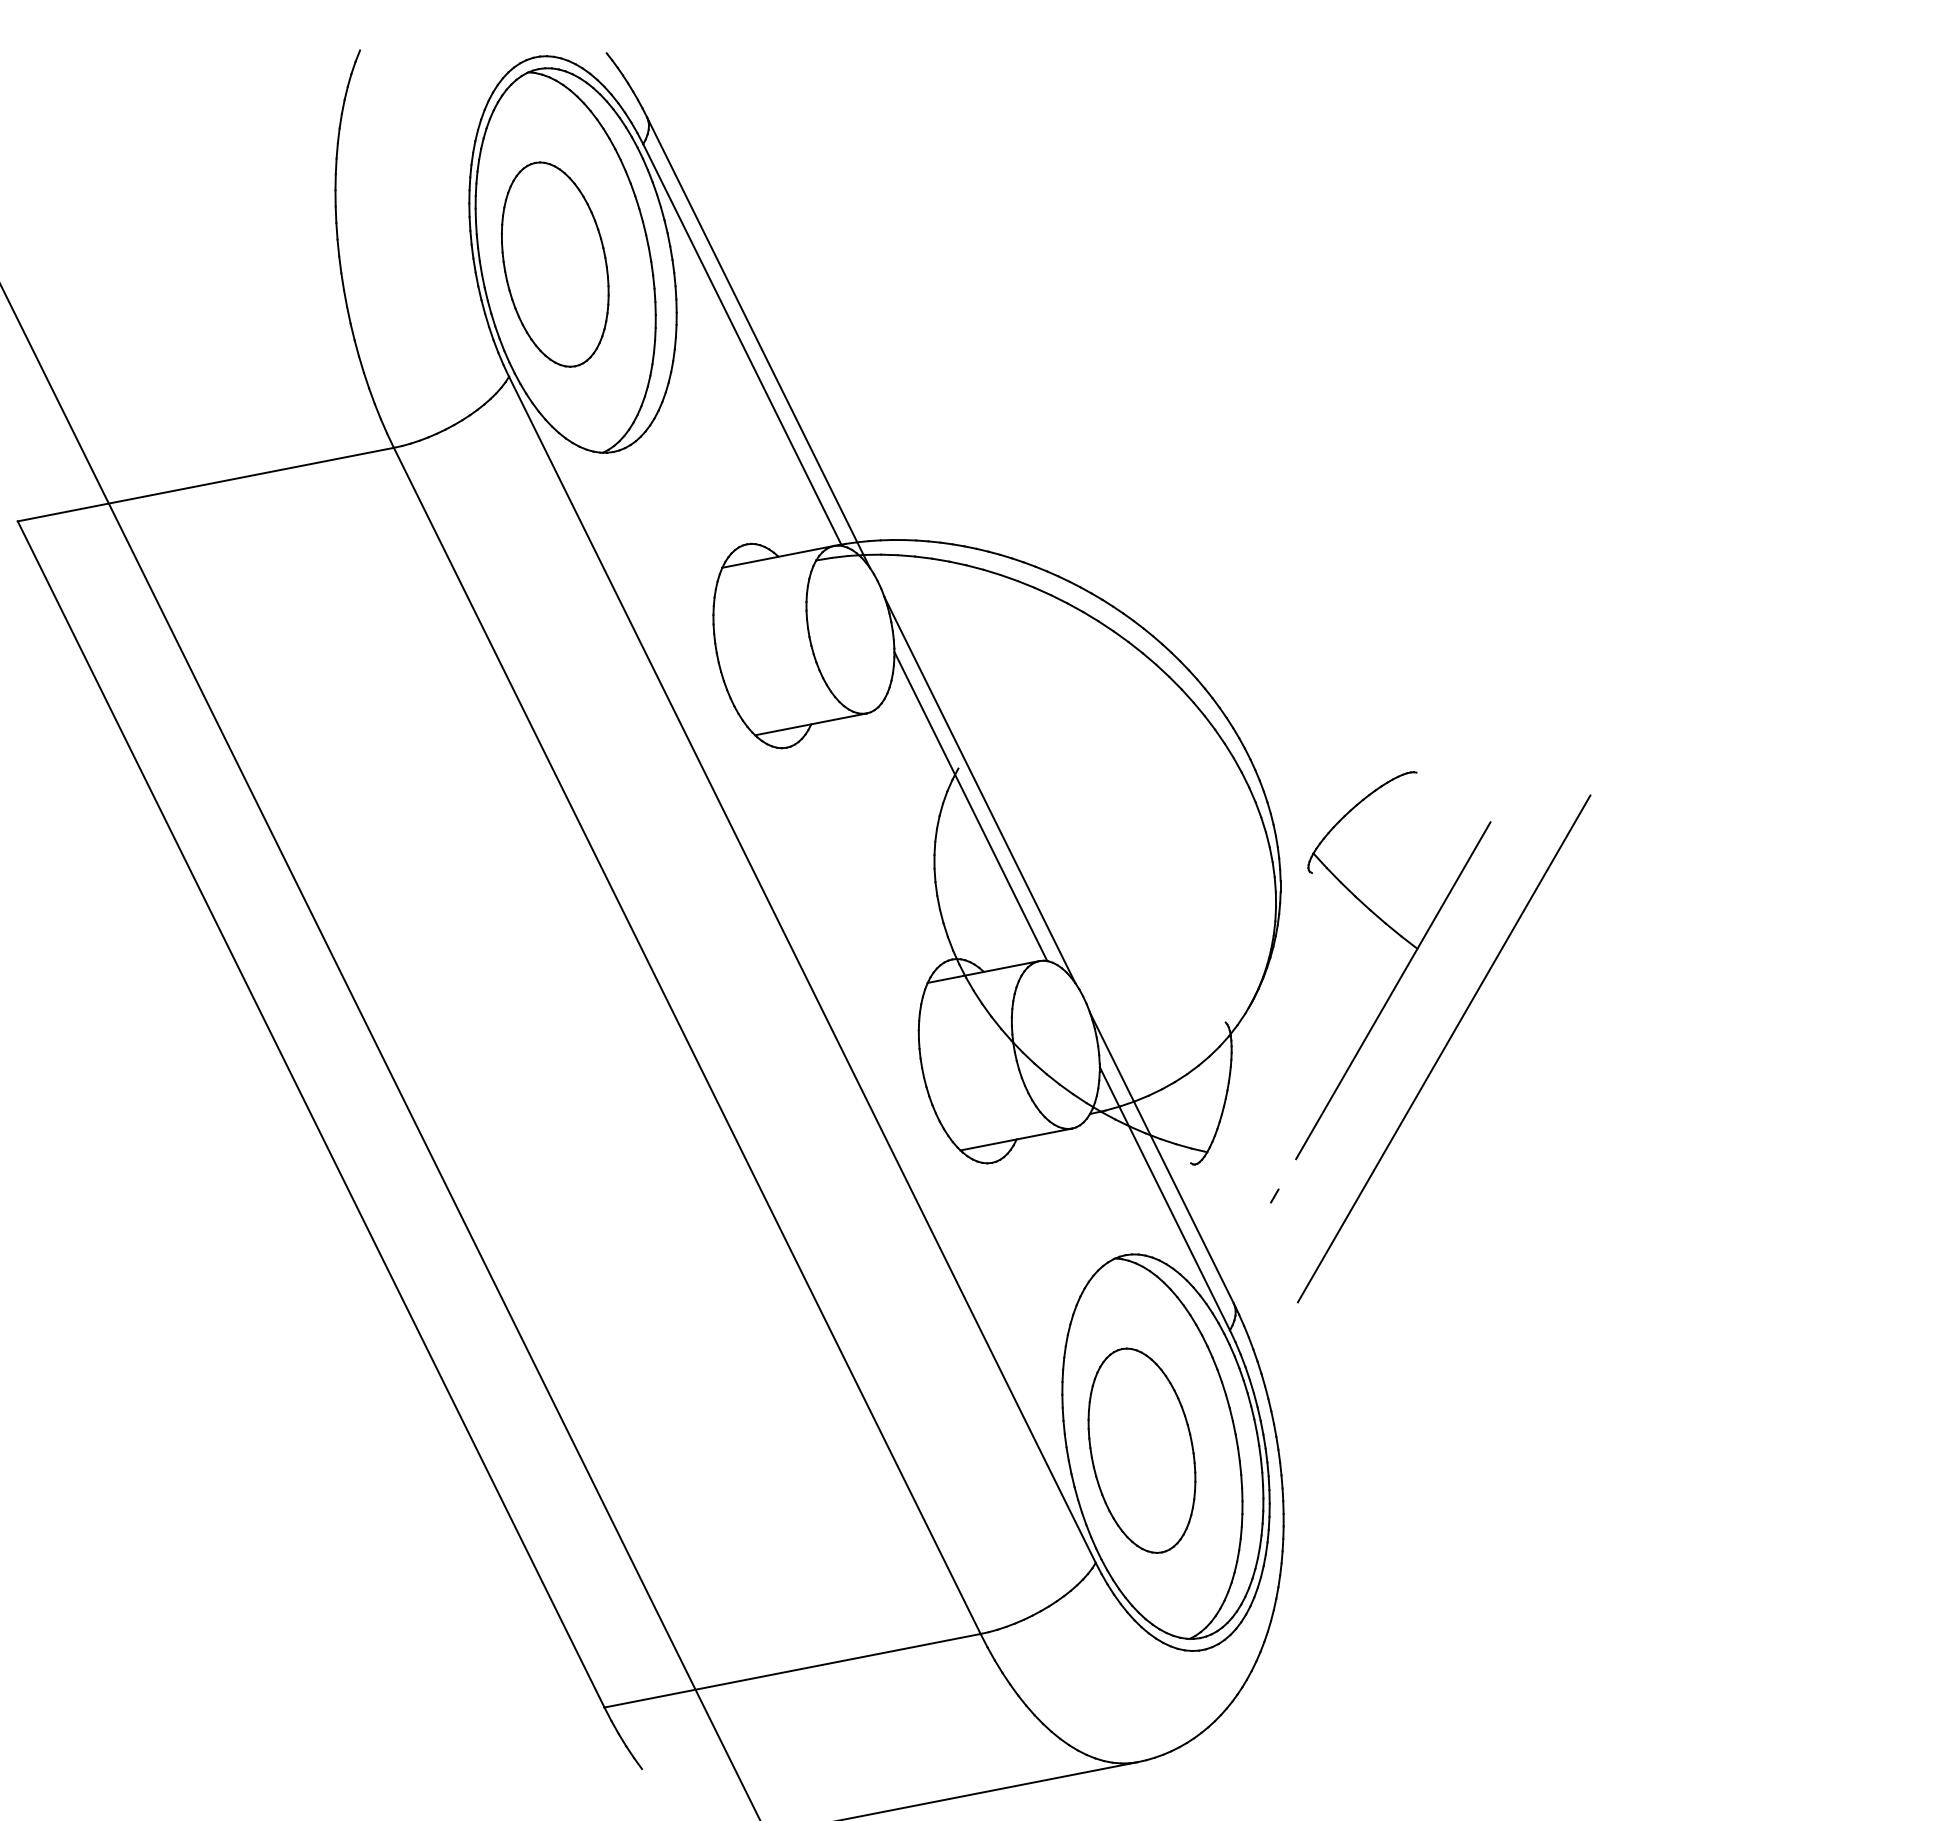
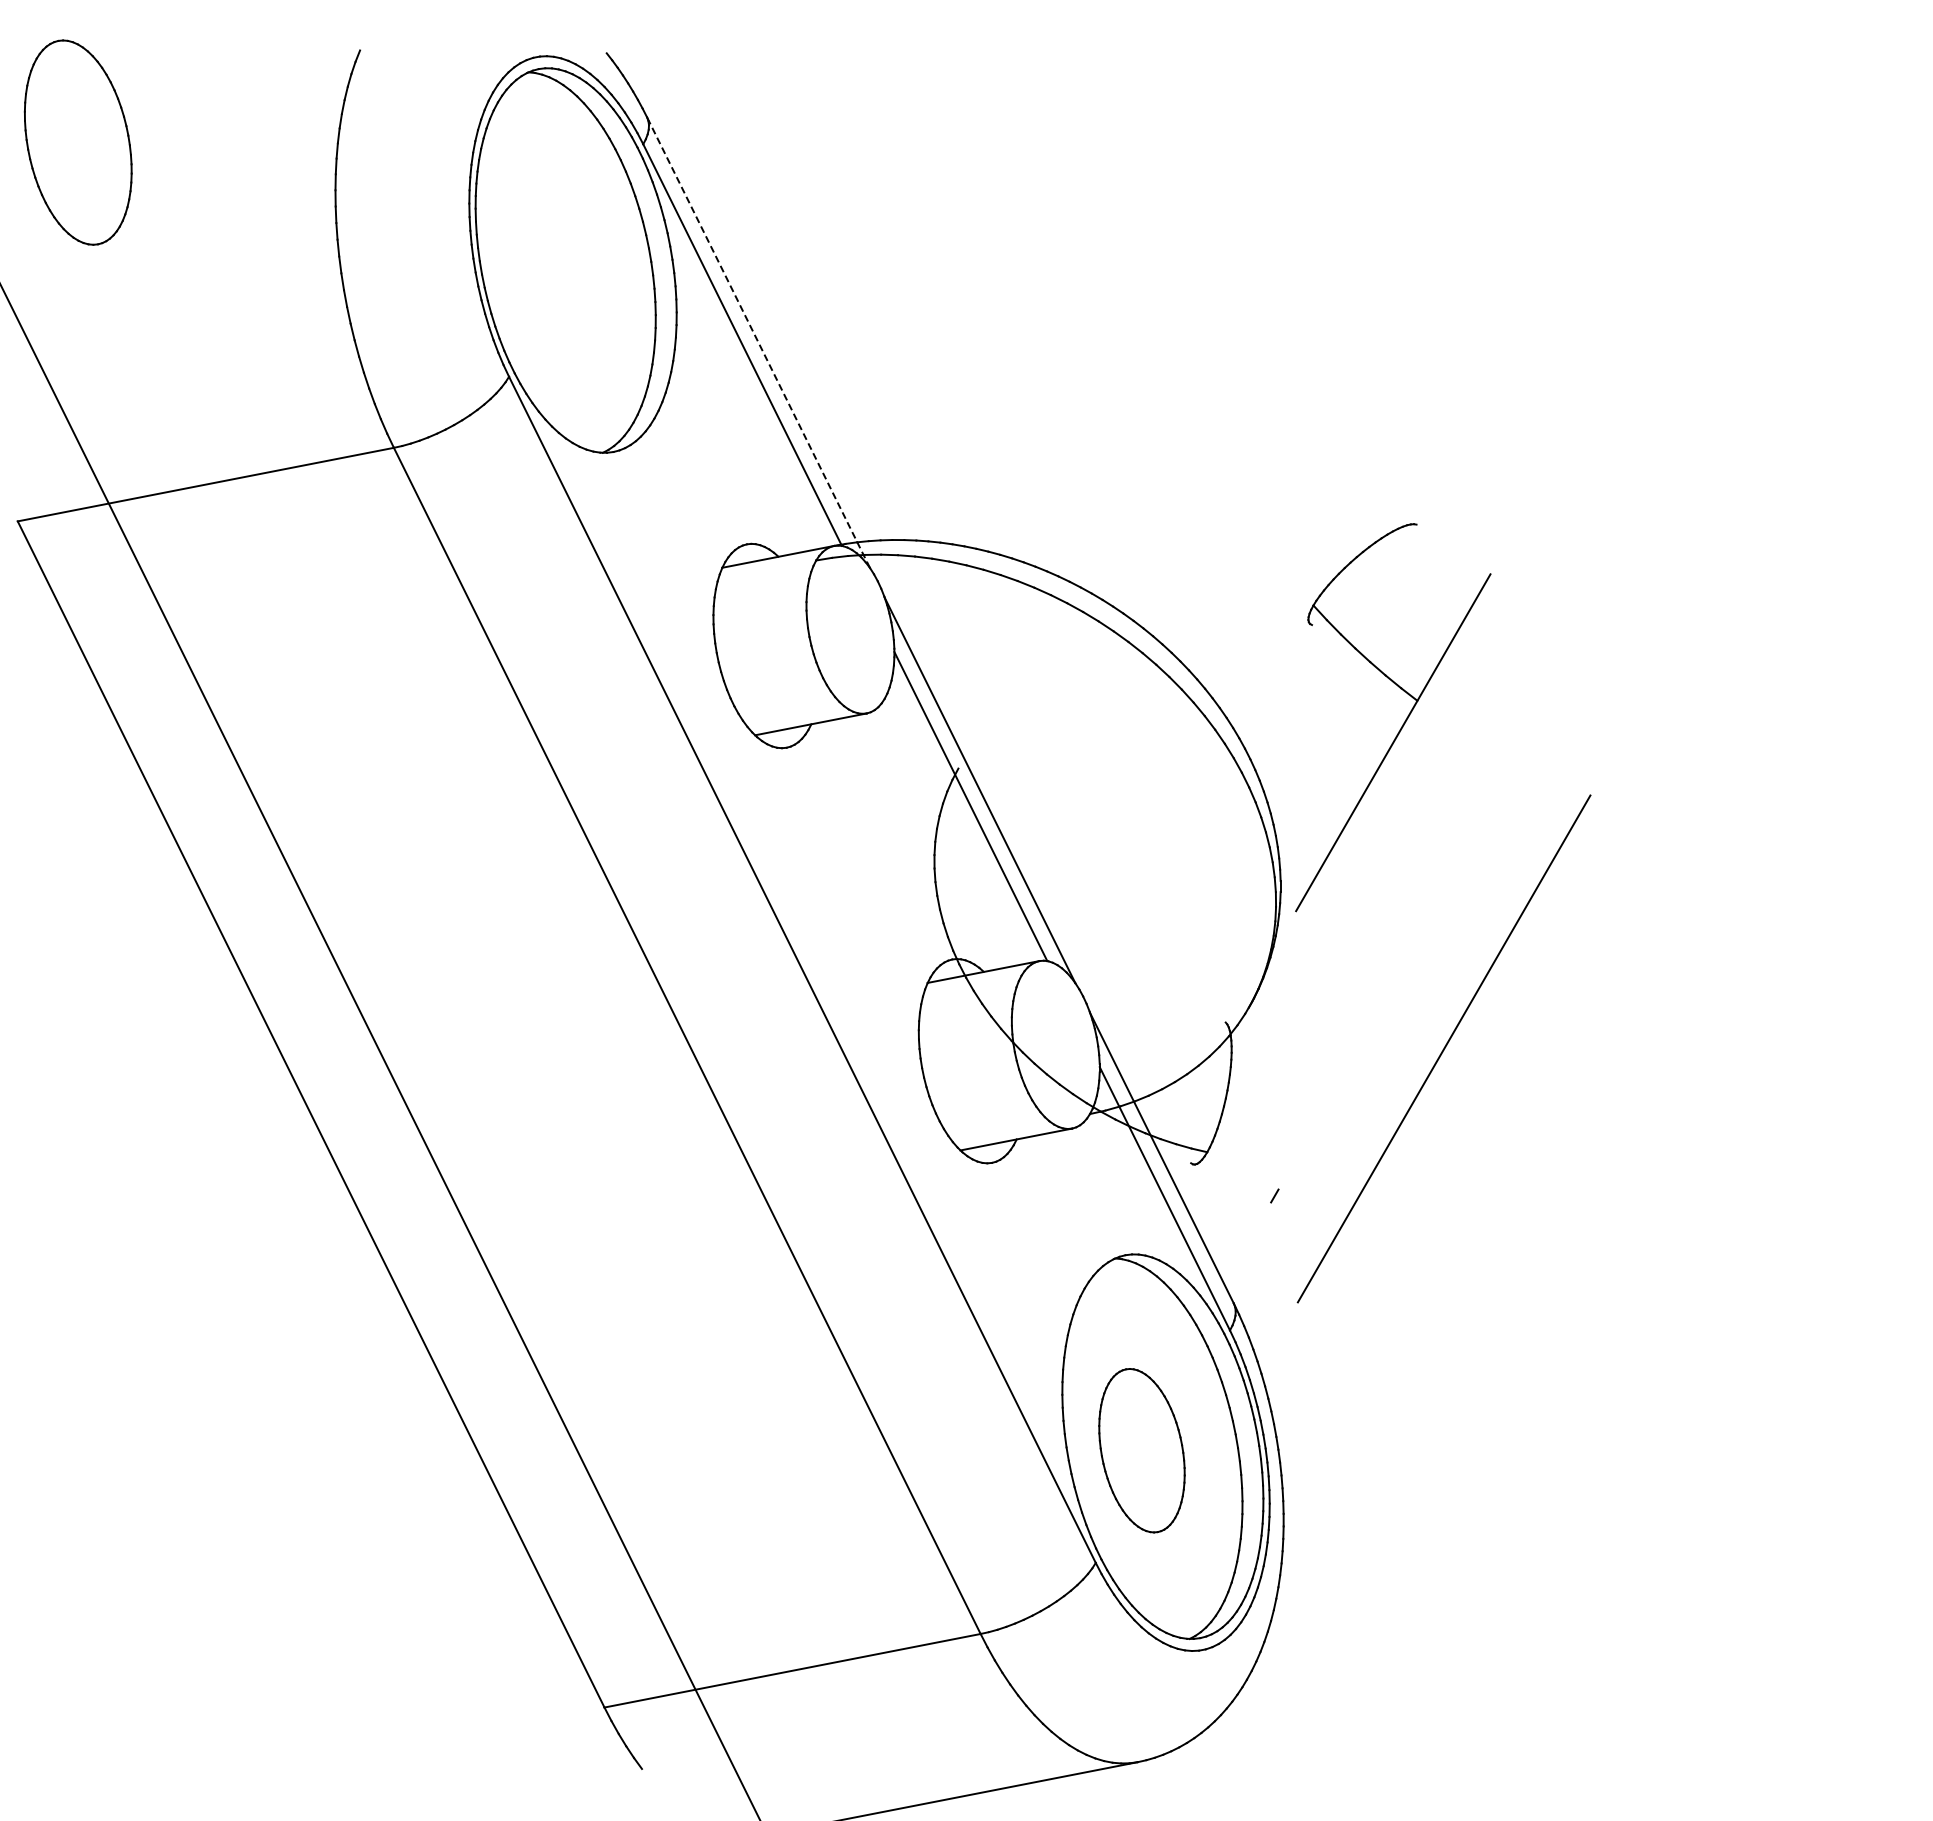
part at (554, 264) position: (554, 264) -> (77, 142)
line at (758, 342): solid -> dashed
part at (1403, 970) position: (1403, 970) -> (1403, 722)
part at (1141, 1450) size: 110x207 px -> 88x166 px
